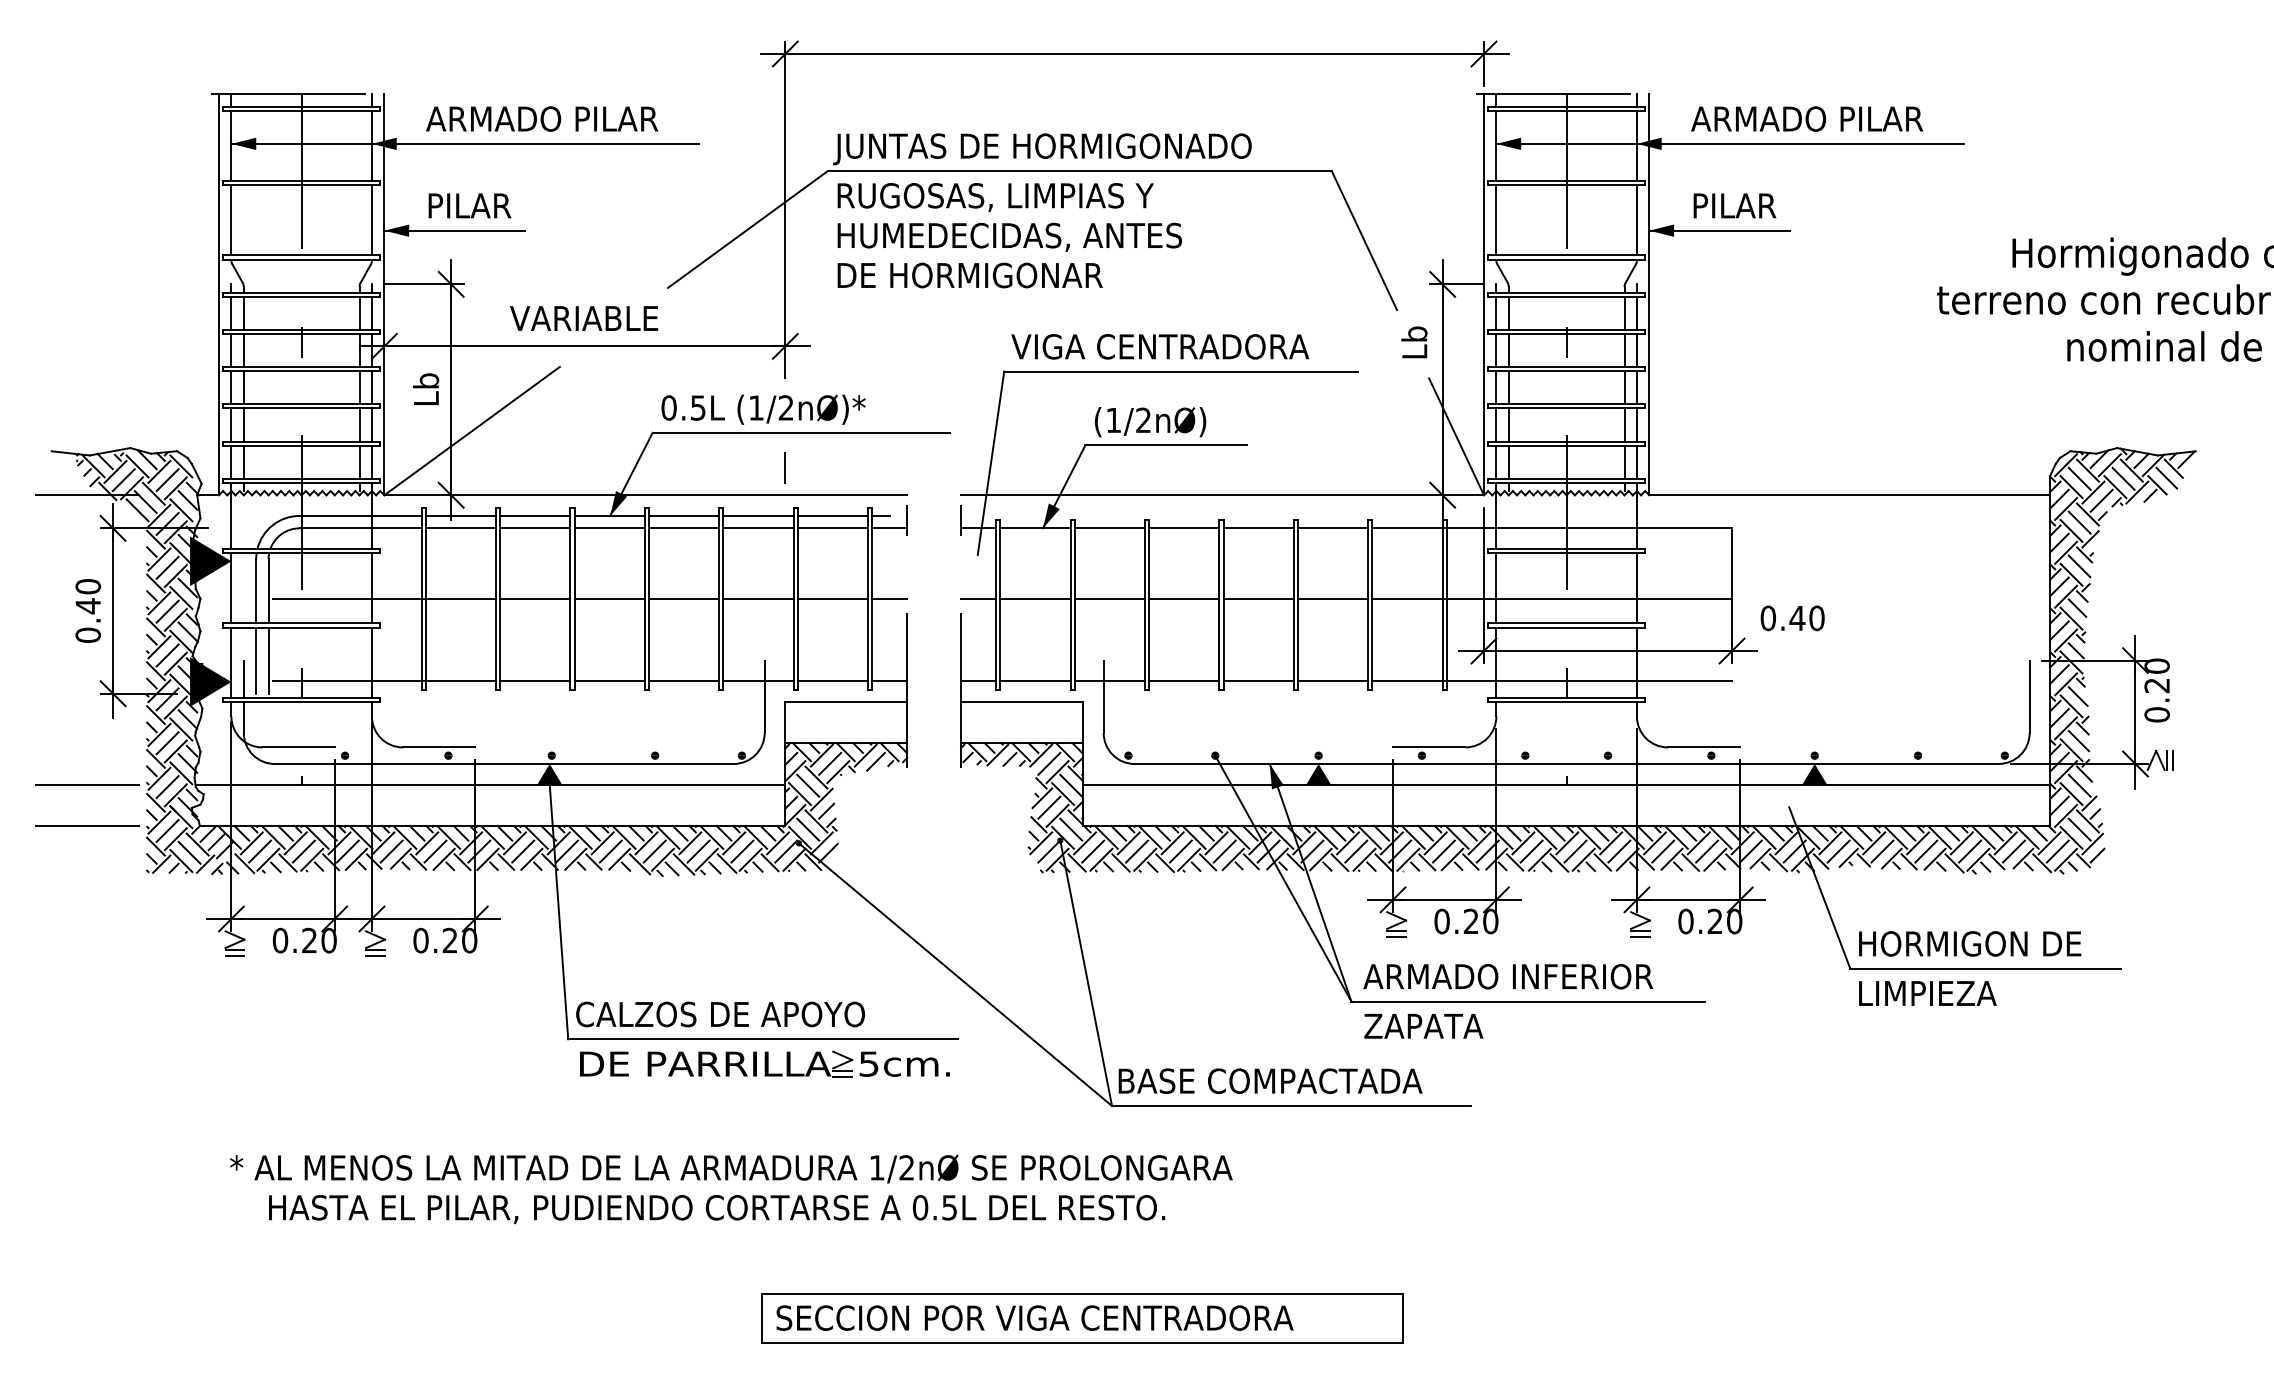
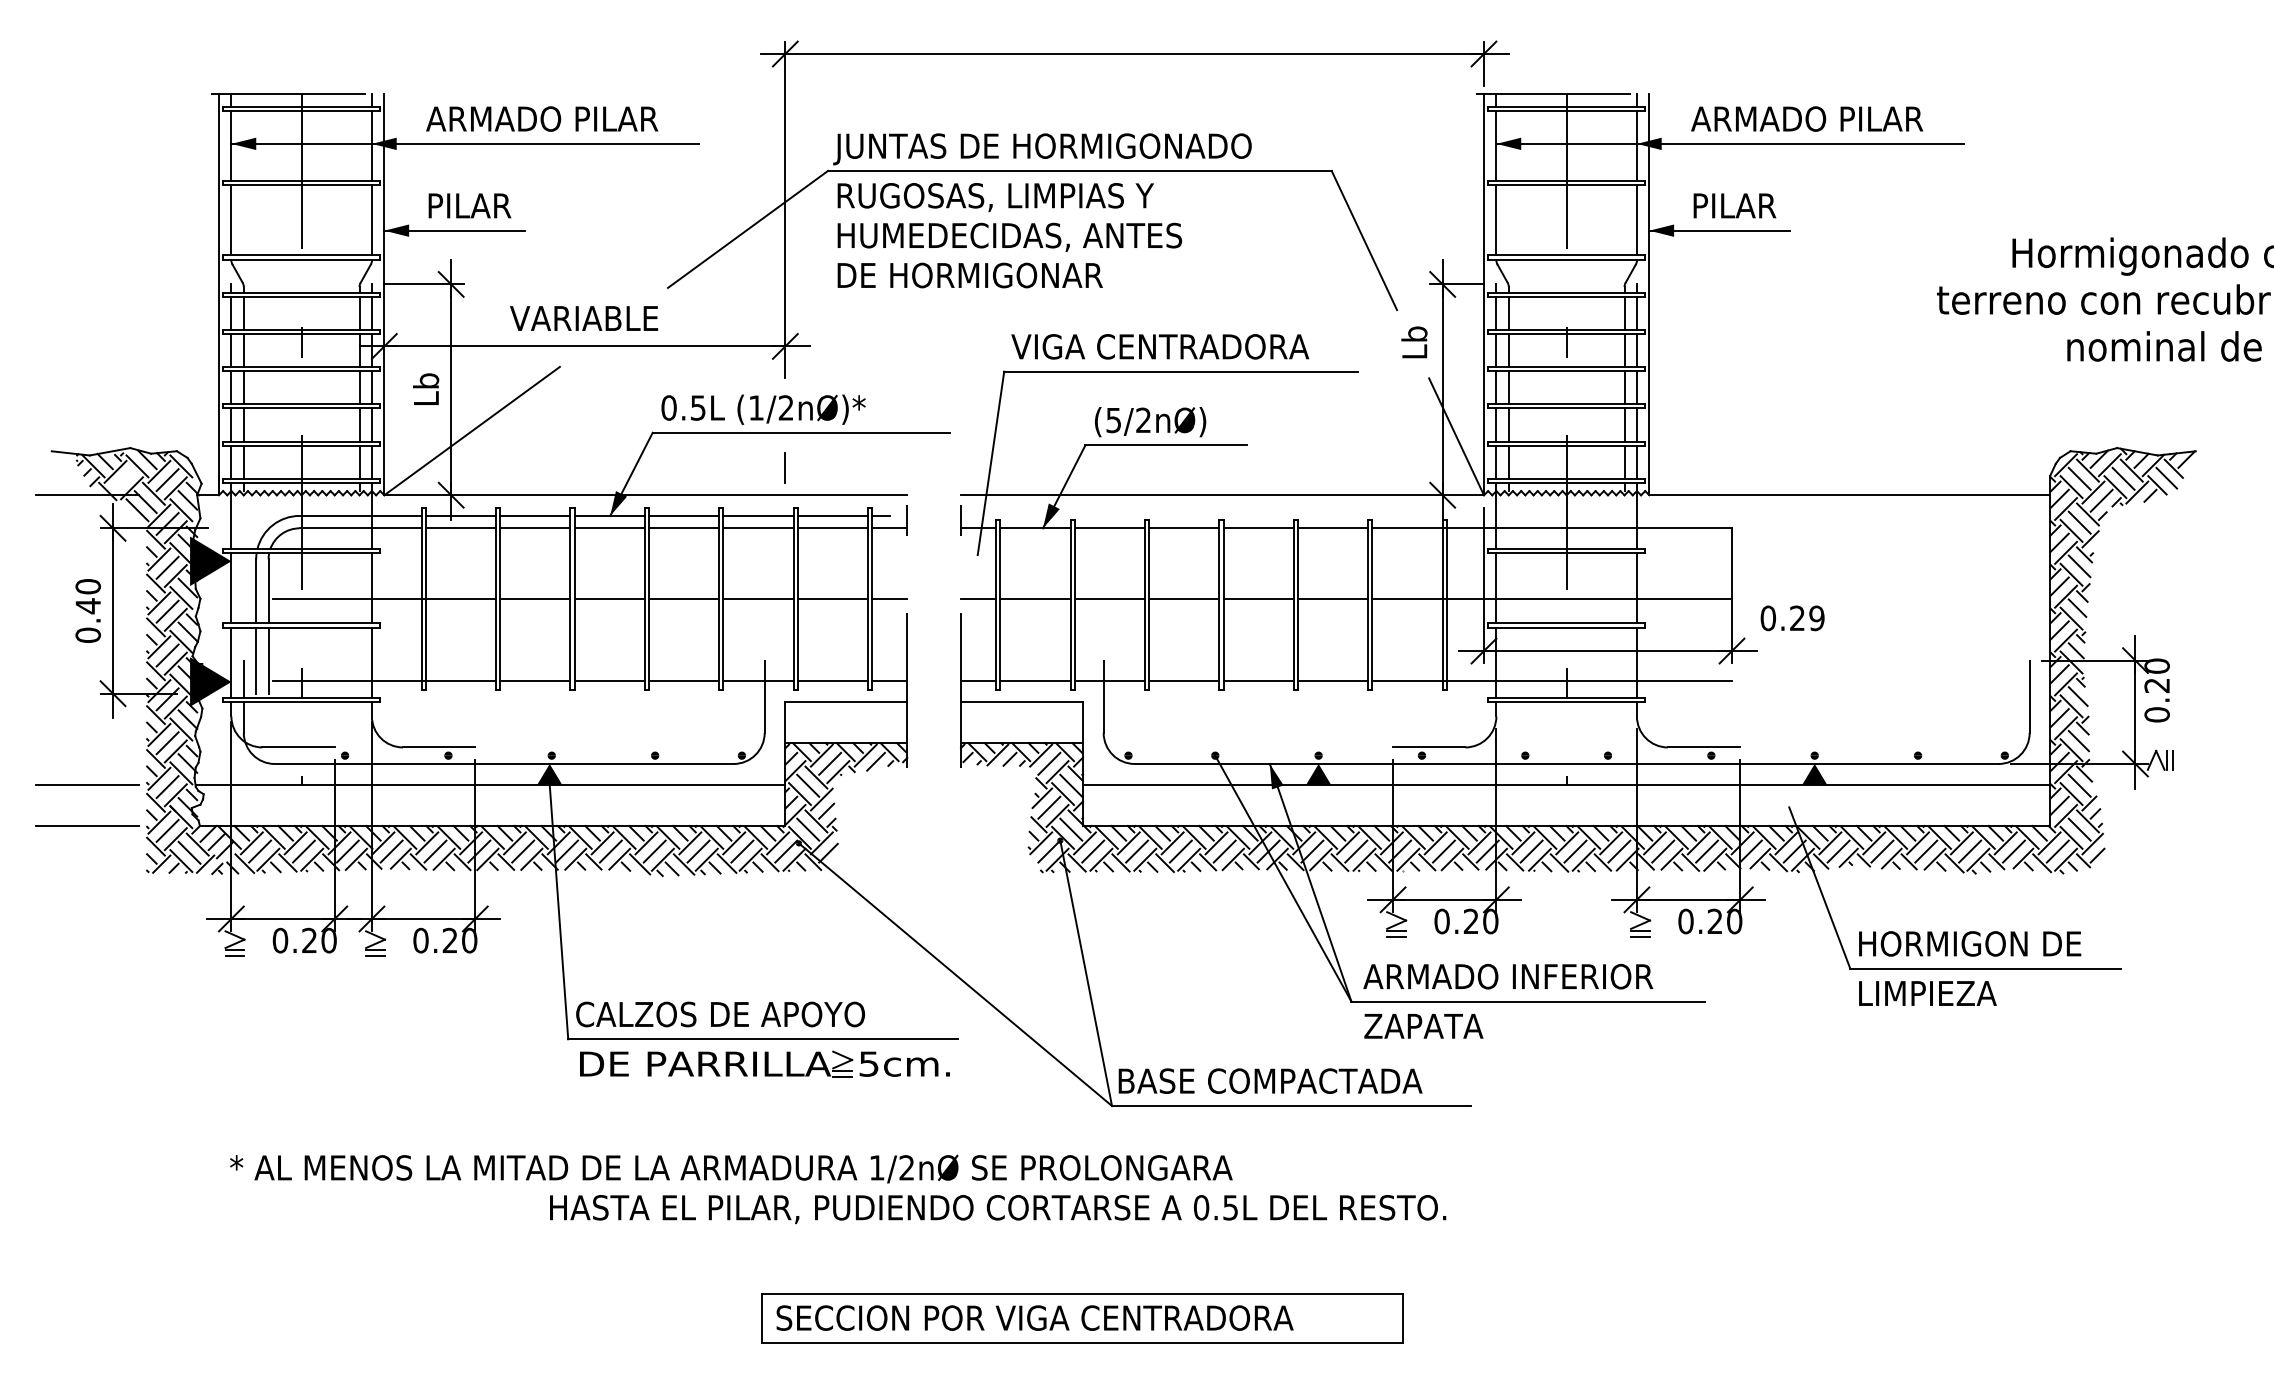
text at (1113, 420): (1/2nØ) -> (5/2nØ)
line at (123, 480): present -> none
text at (1806, 618): 0.40 -> 0.29
text at (717, 1209) position: (717, 1209) -> (998, 1209)
